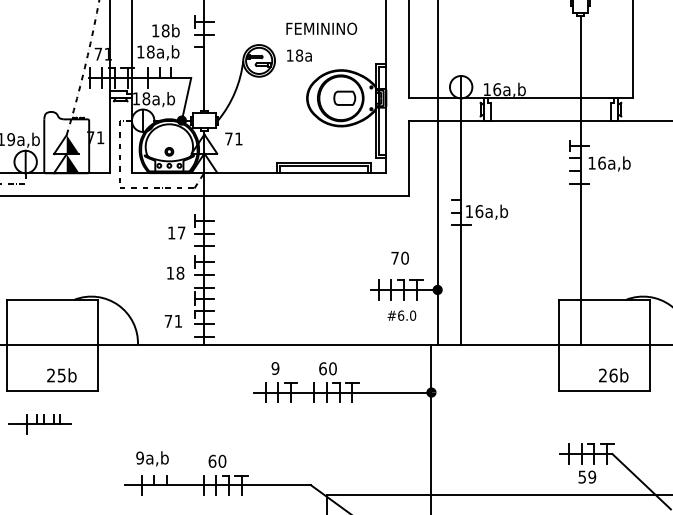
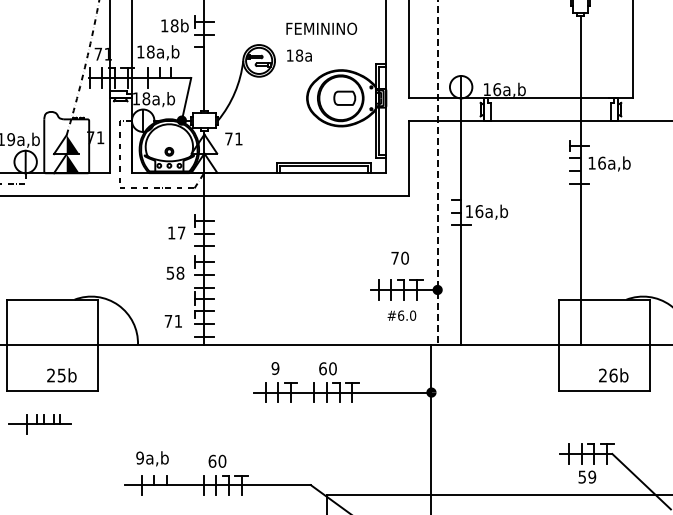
text at (165, 30) position: (165, 30) -> (174, 25)
line at (437, 172): solid -> dashed
text at (170, 272): 18 -> 58
